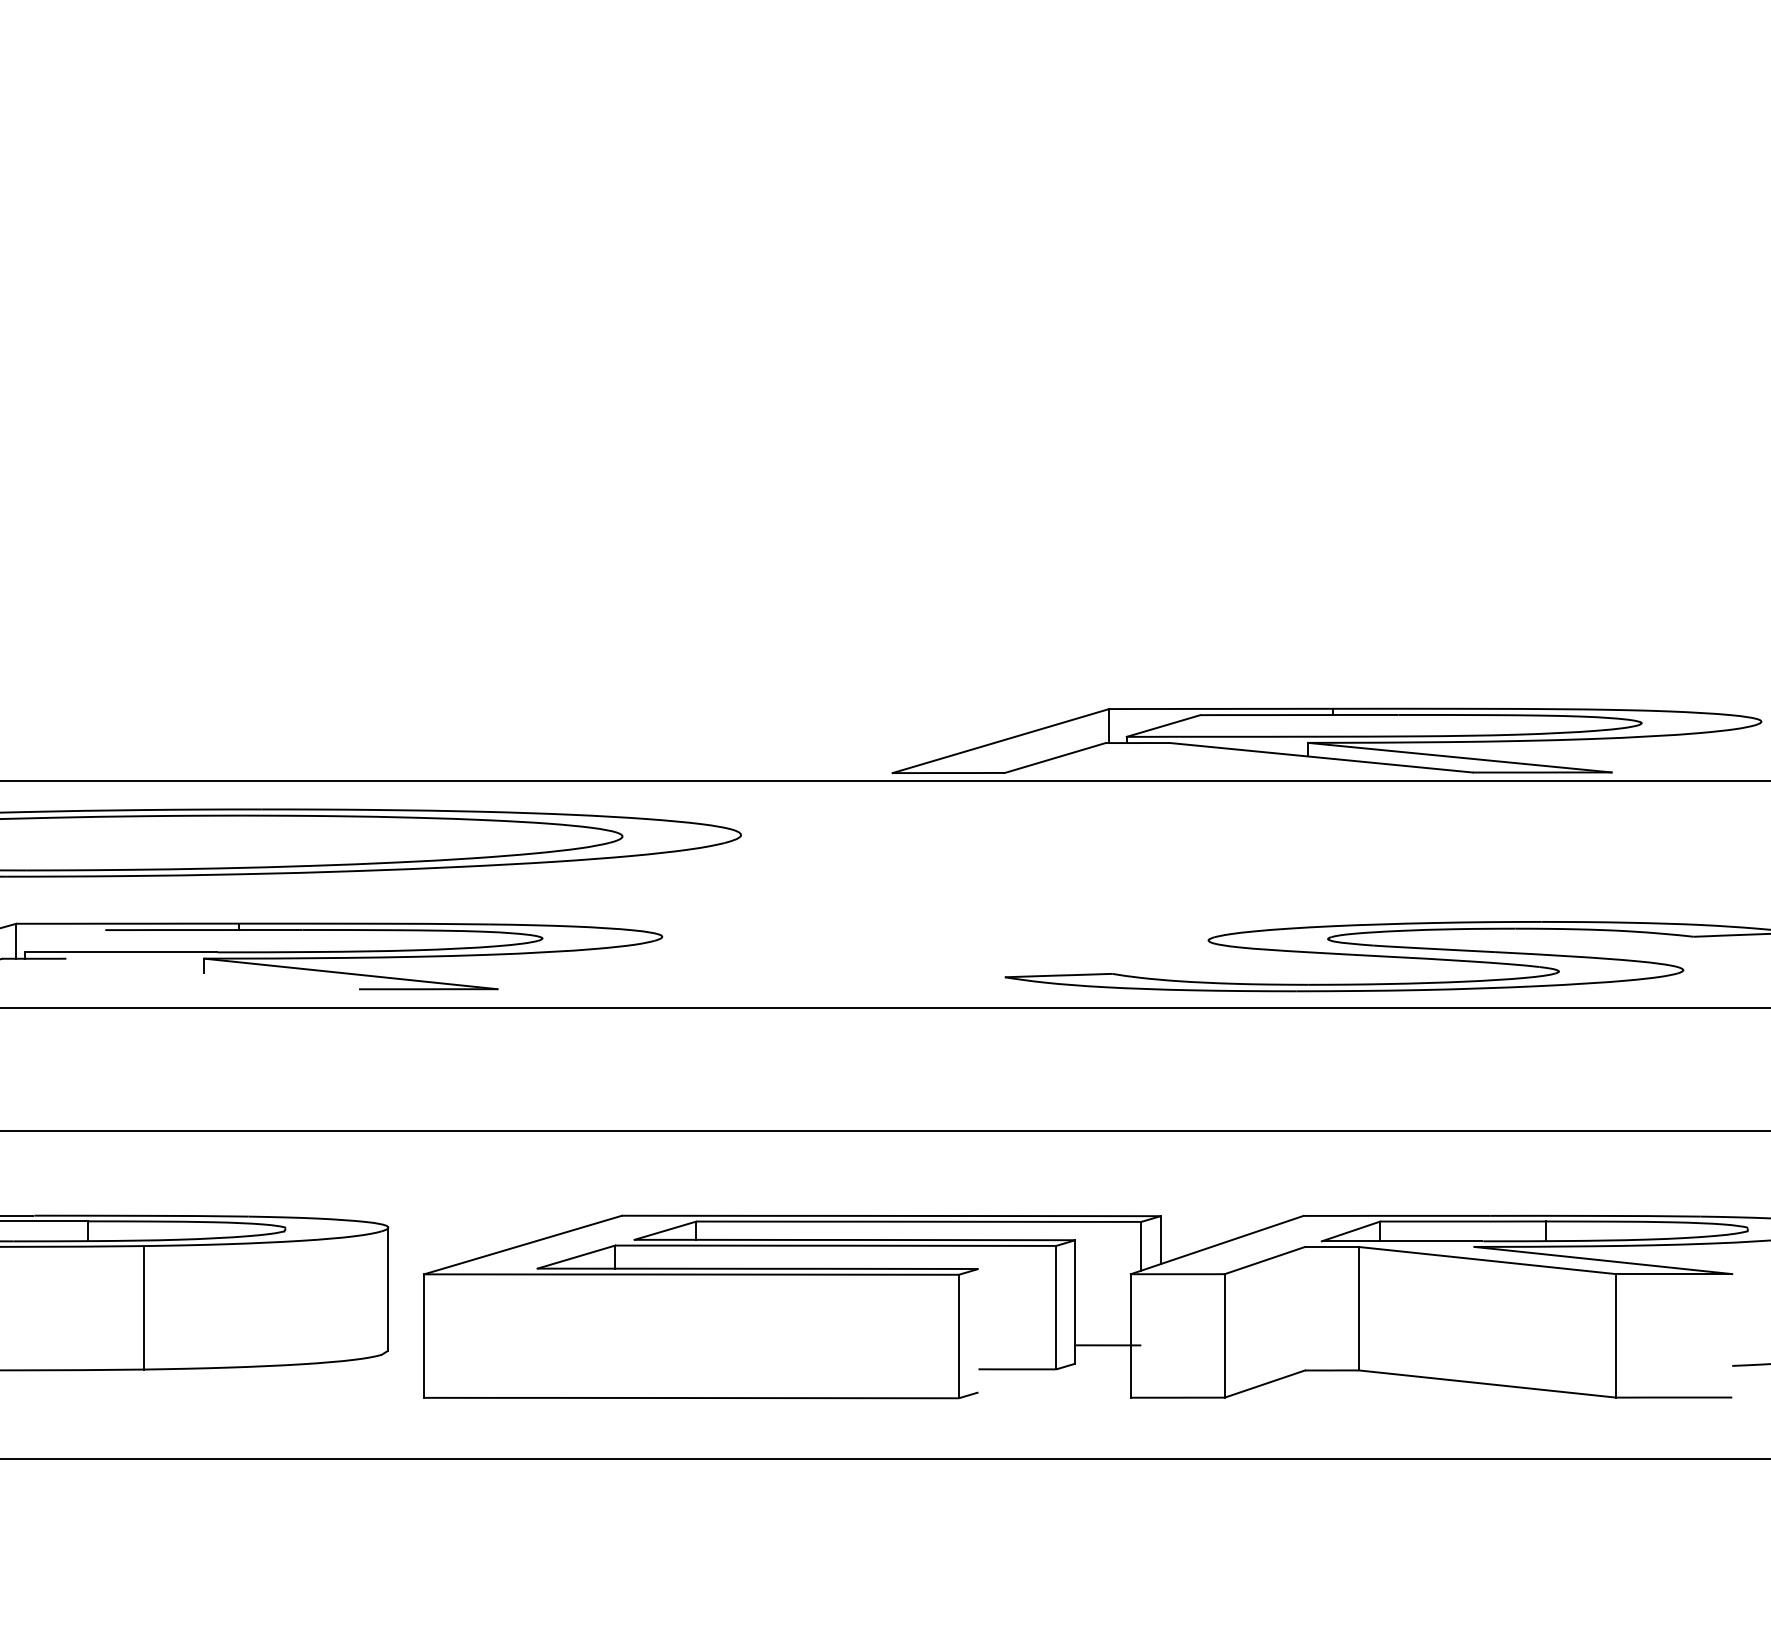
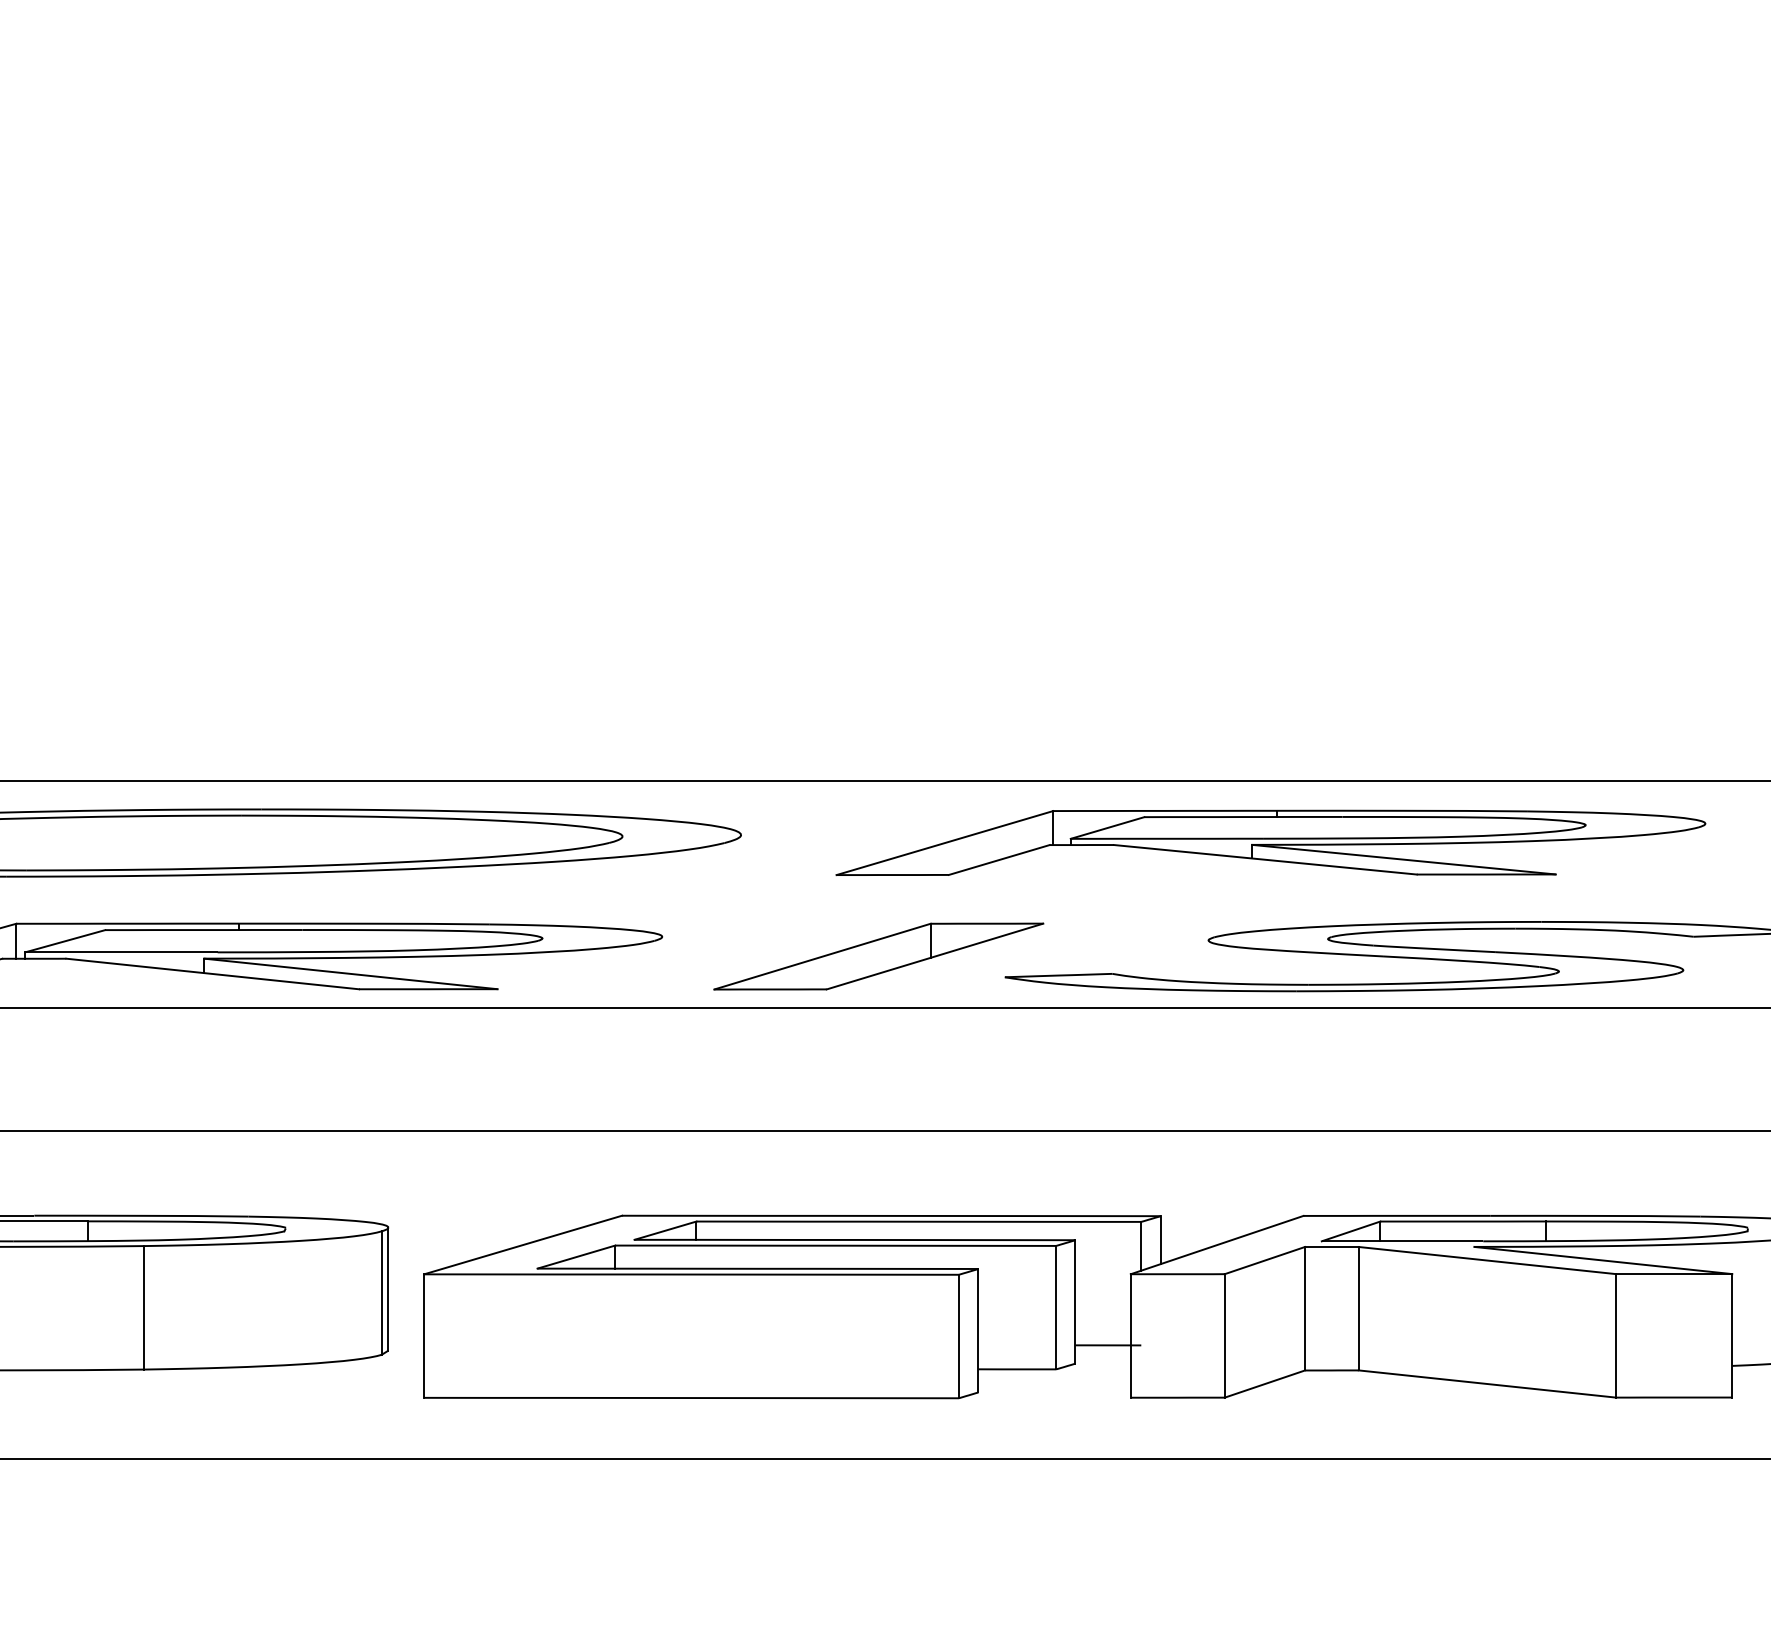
part at (1326, 740) position: (1326, 740) -> (1270, 842)
line at (65, 941): none -> present
part at (878, 956): none -> present
line at (212, 973): none -> present
line at (381, 1292): none -> present
line at (1305, 1308): none -> present
line at (978, 1330): none -> present
line at (1732, 1335): none -> present
